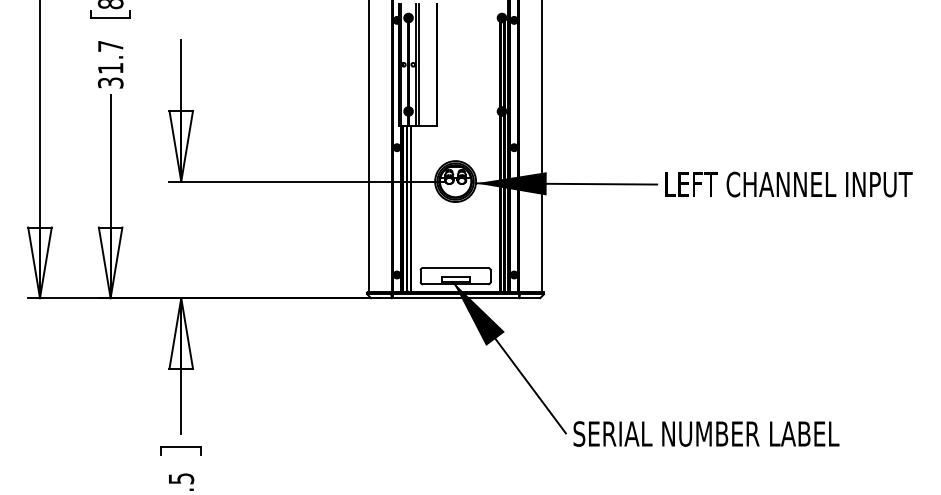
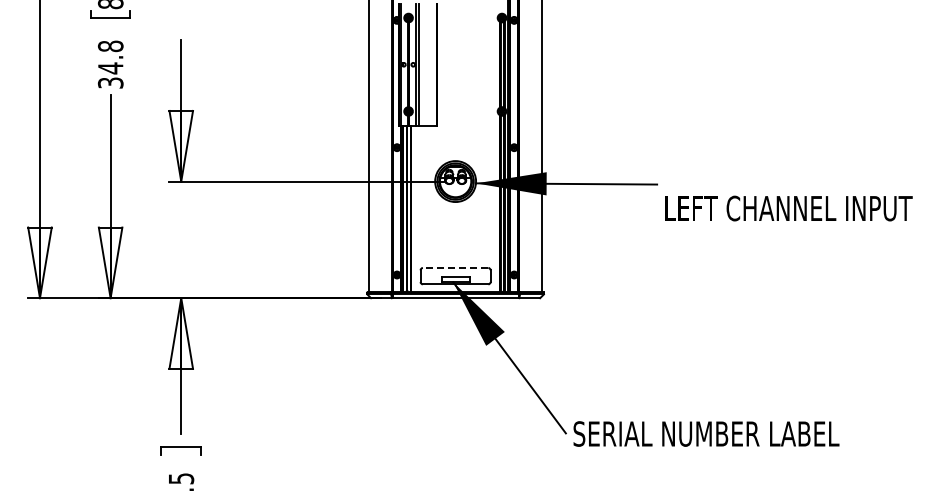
text at (110, 57): 31.7 -> 34.8
text at (788, 184) position: (788, 184) -> (788, 208)
line at (455, 268): solid -> dashed
